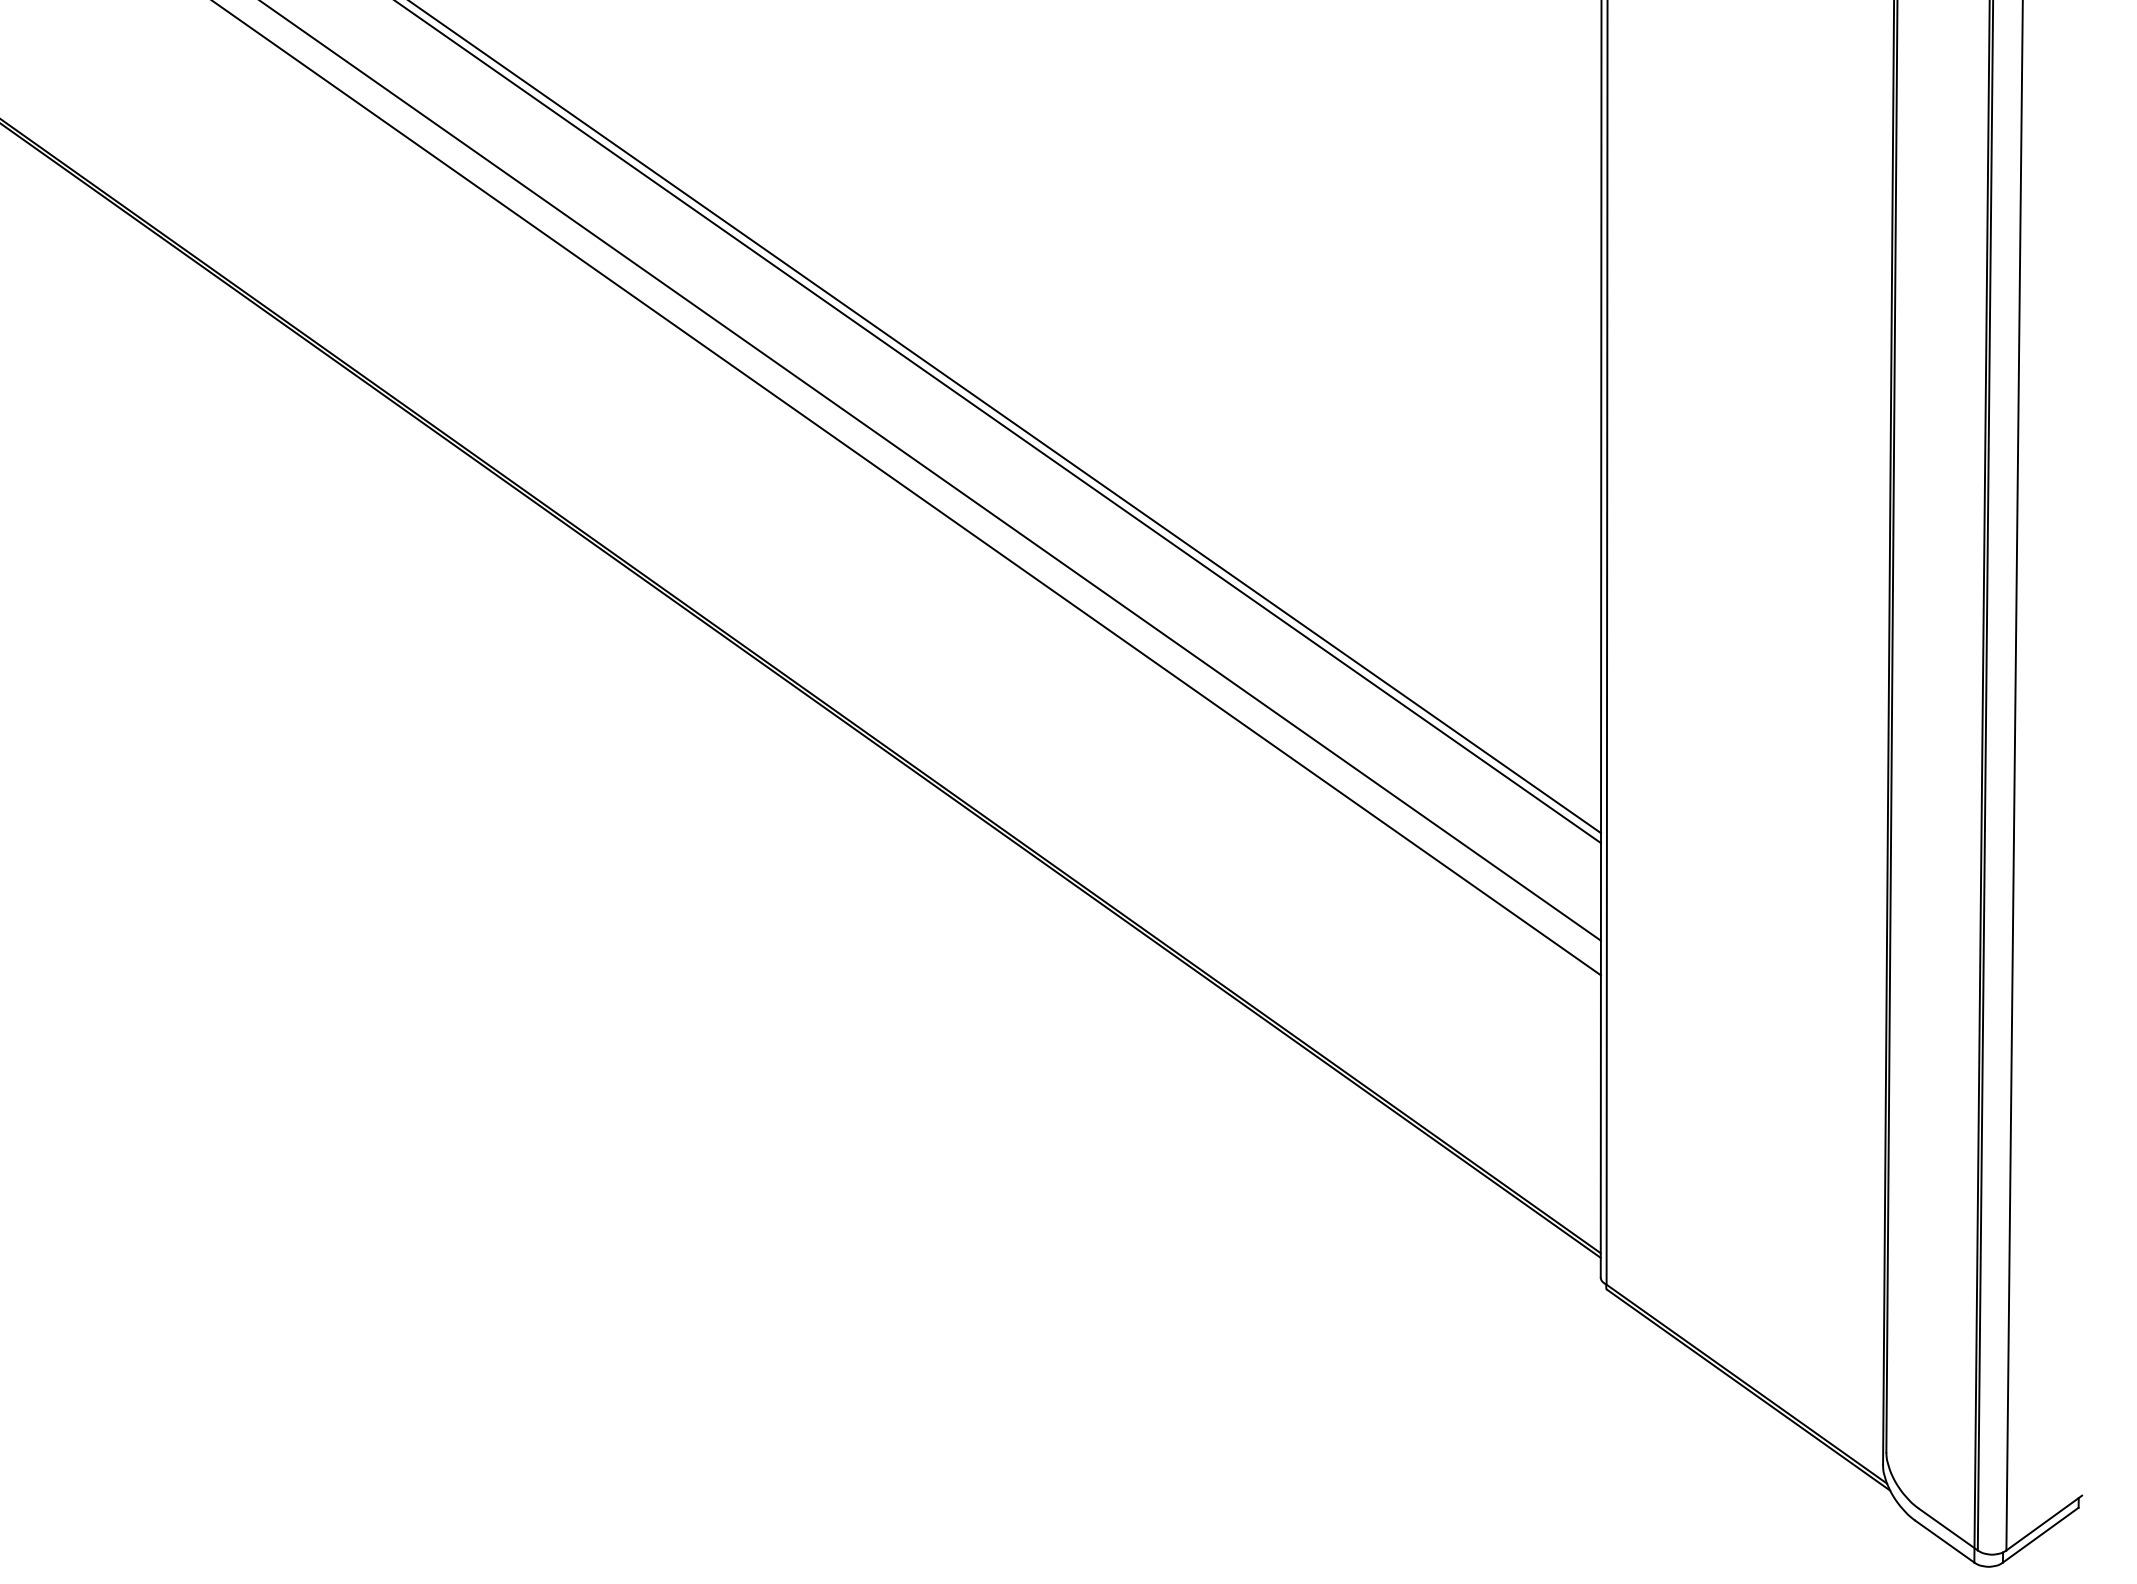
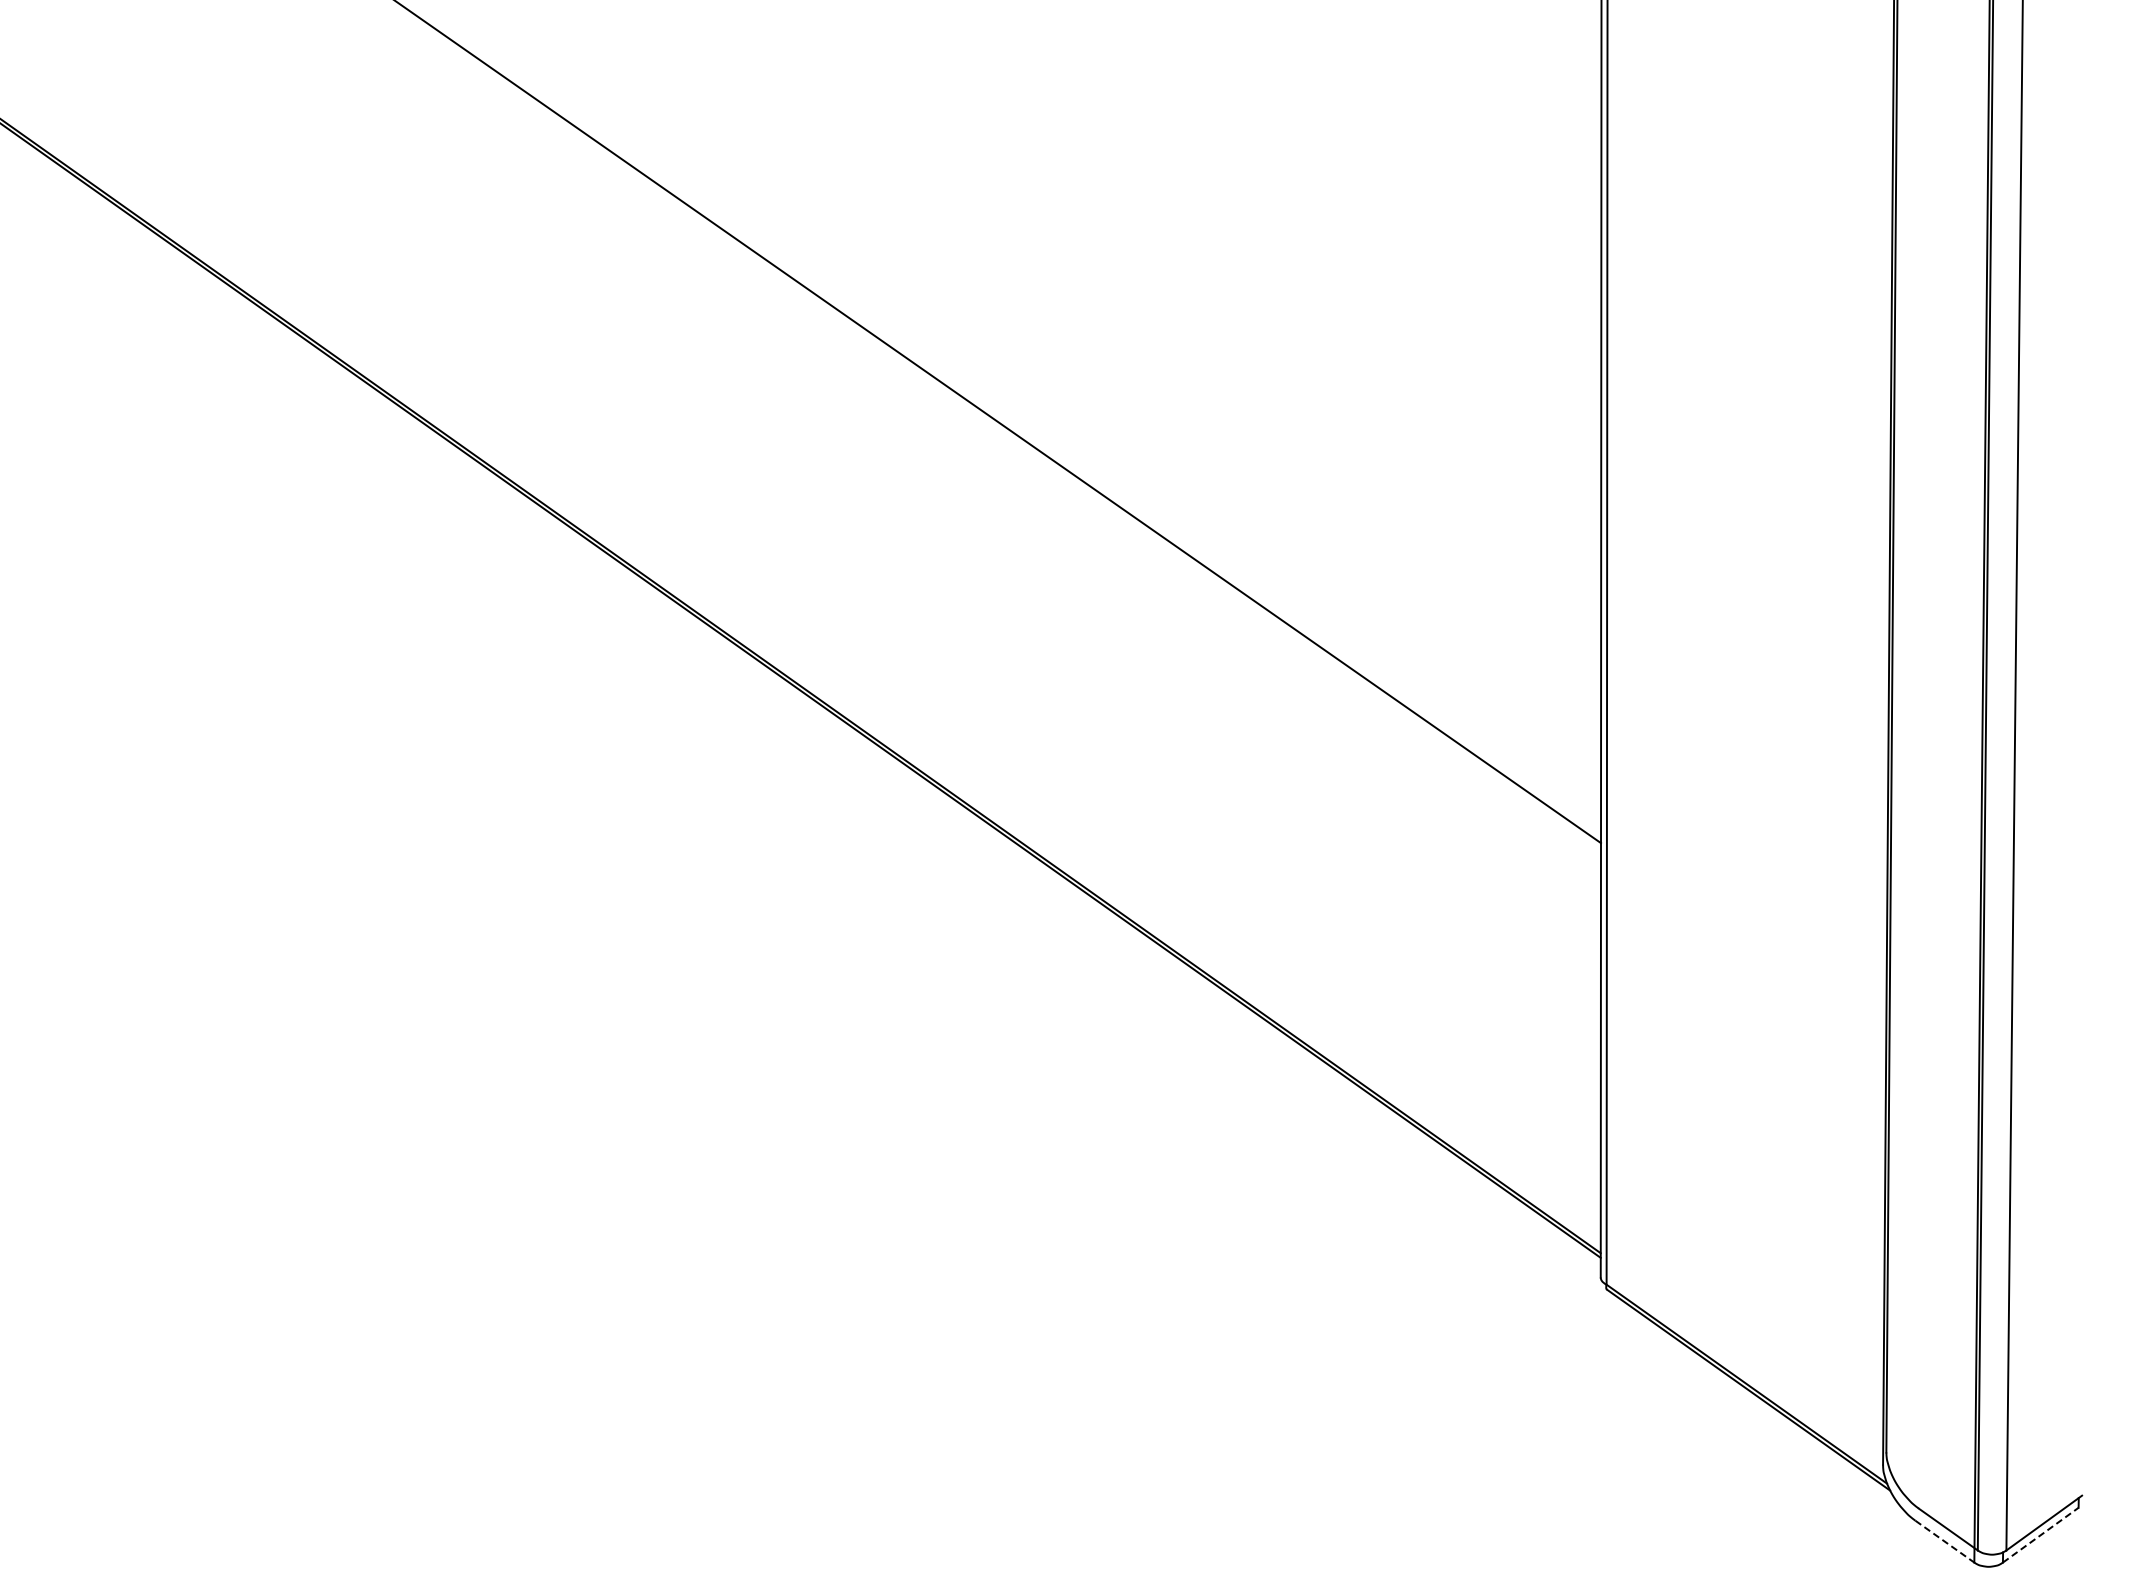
line at (1006, 417): present -> none
line at (931, 471): present -> none
line at (907, 488): present -> none
line at (2040, 1535): solid -> dashed
line at (1945, 1541): solid -> dashed
